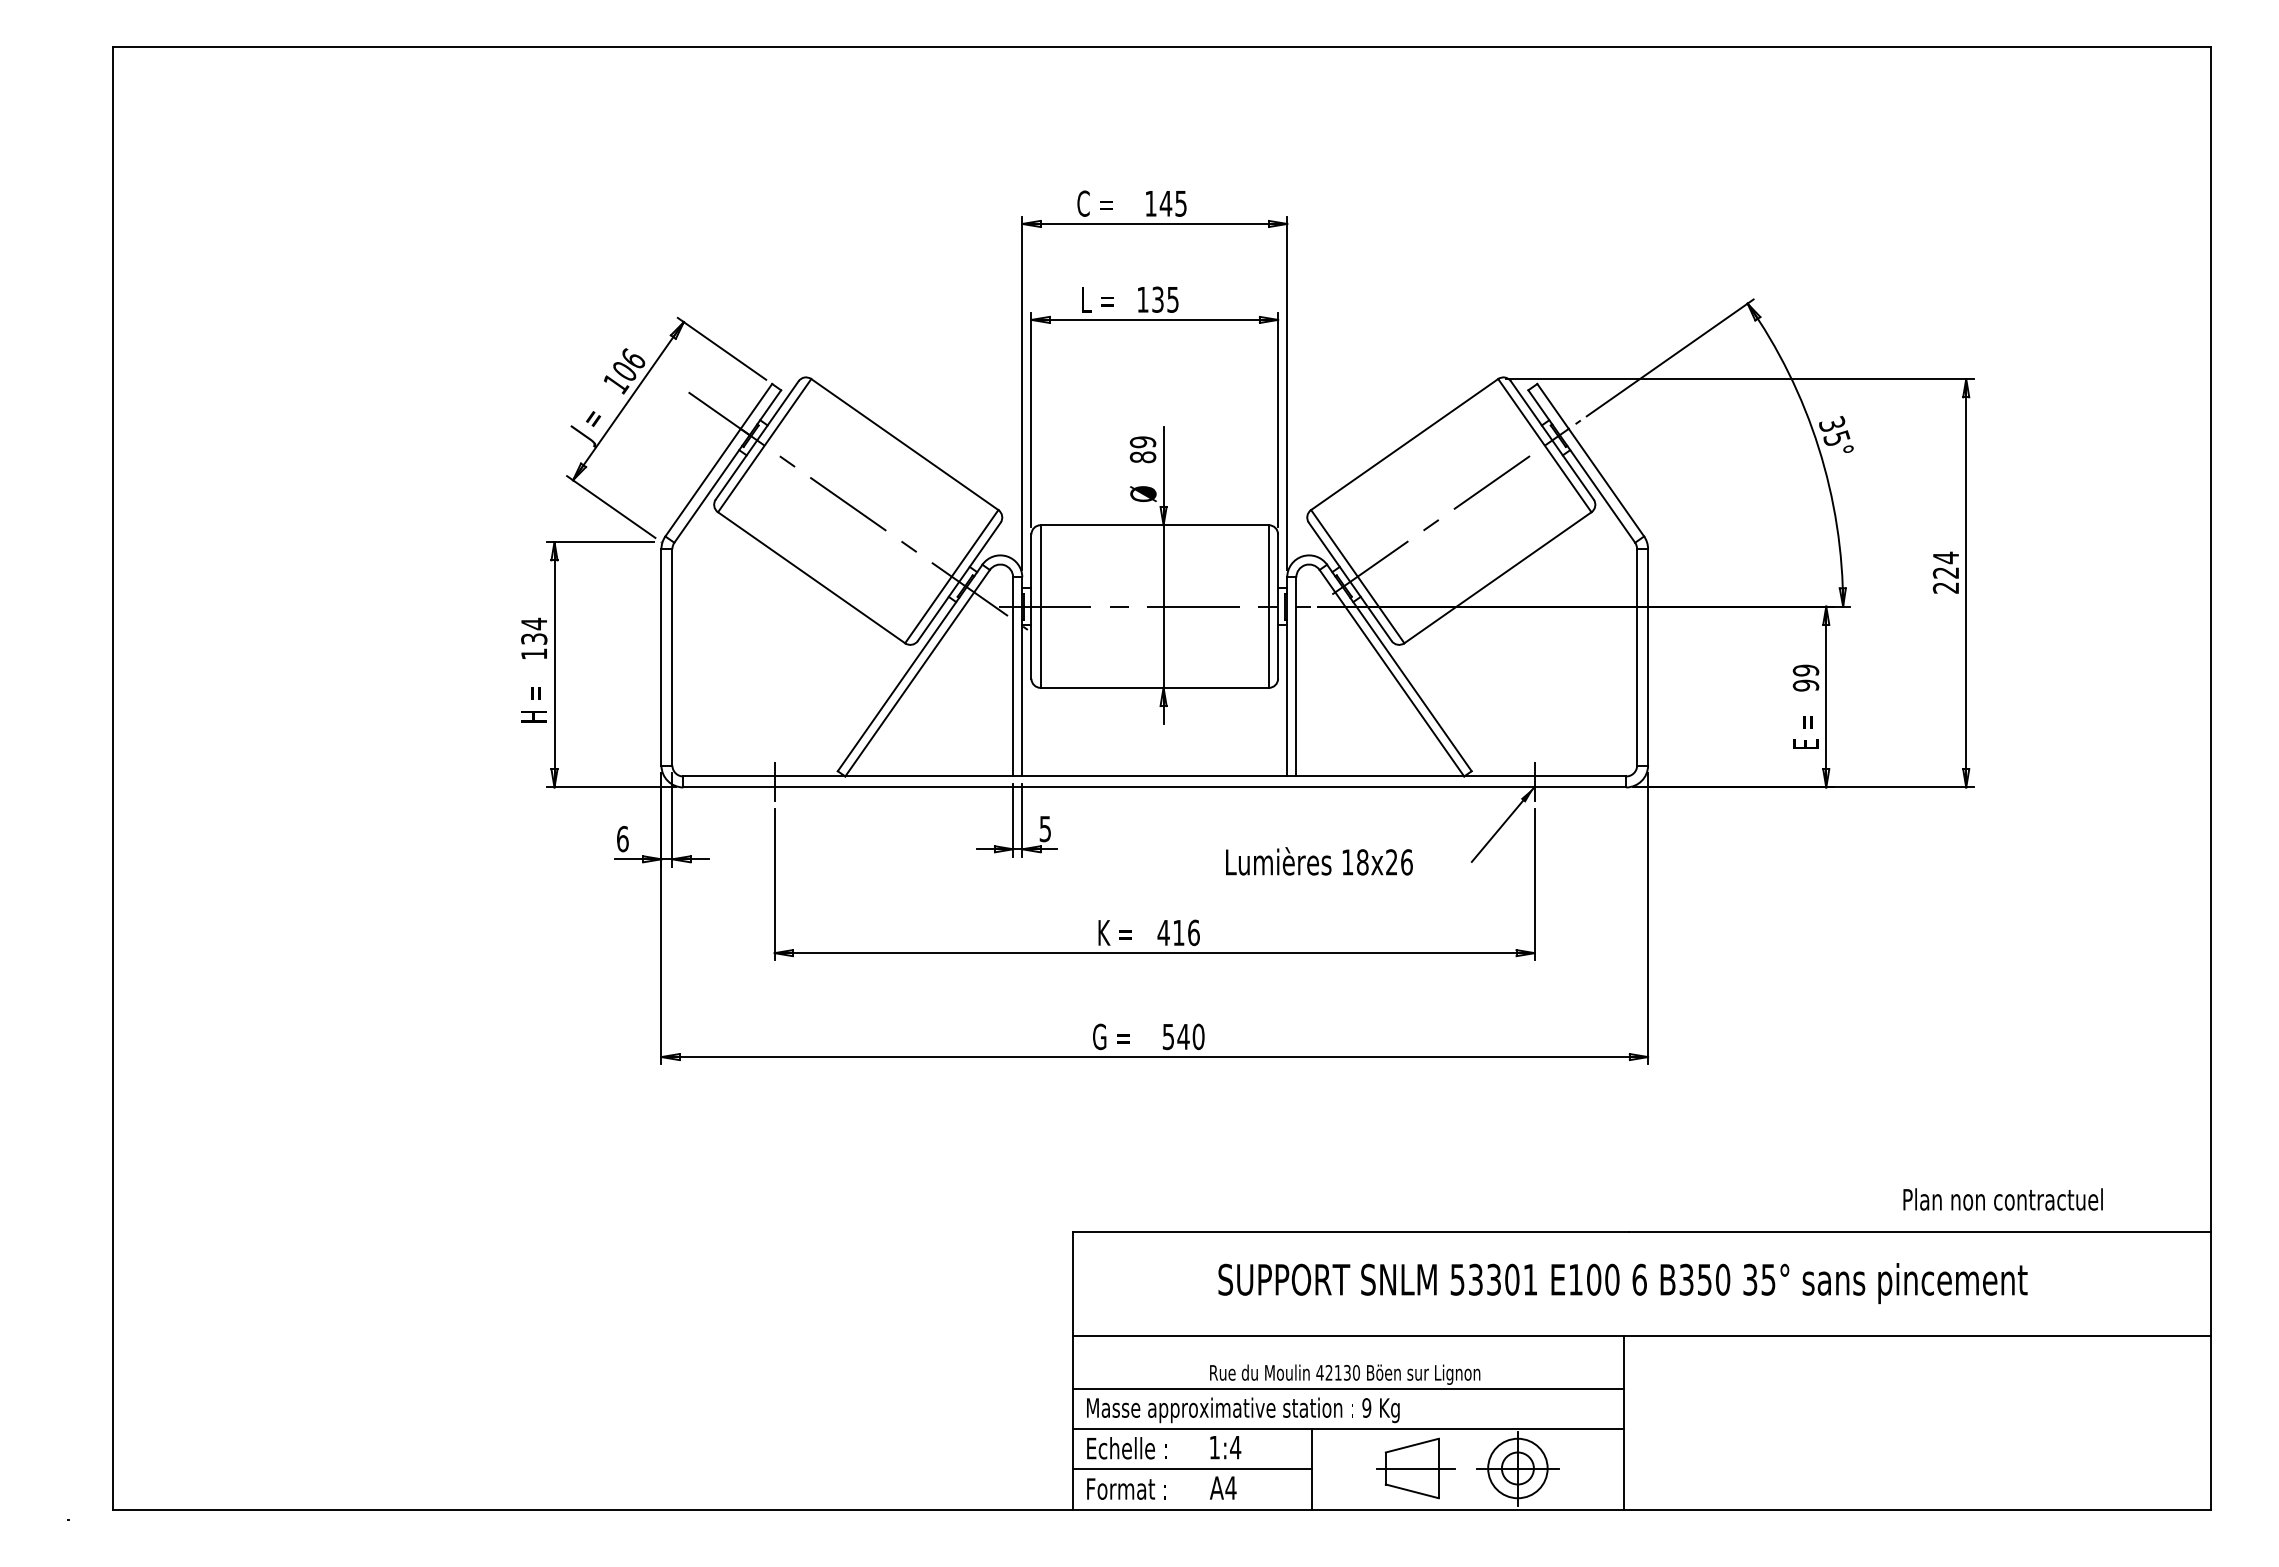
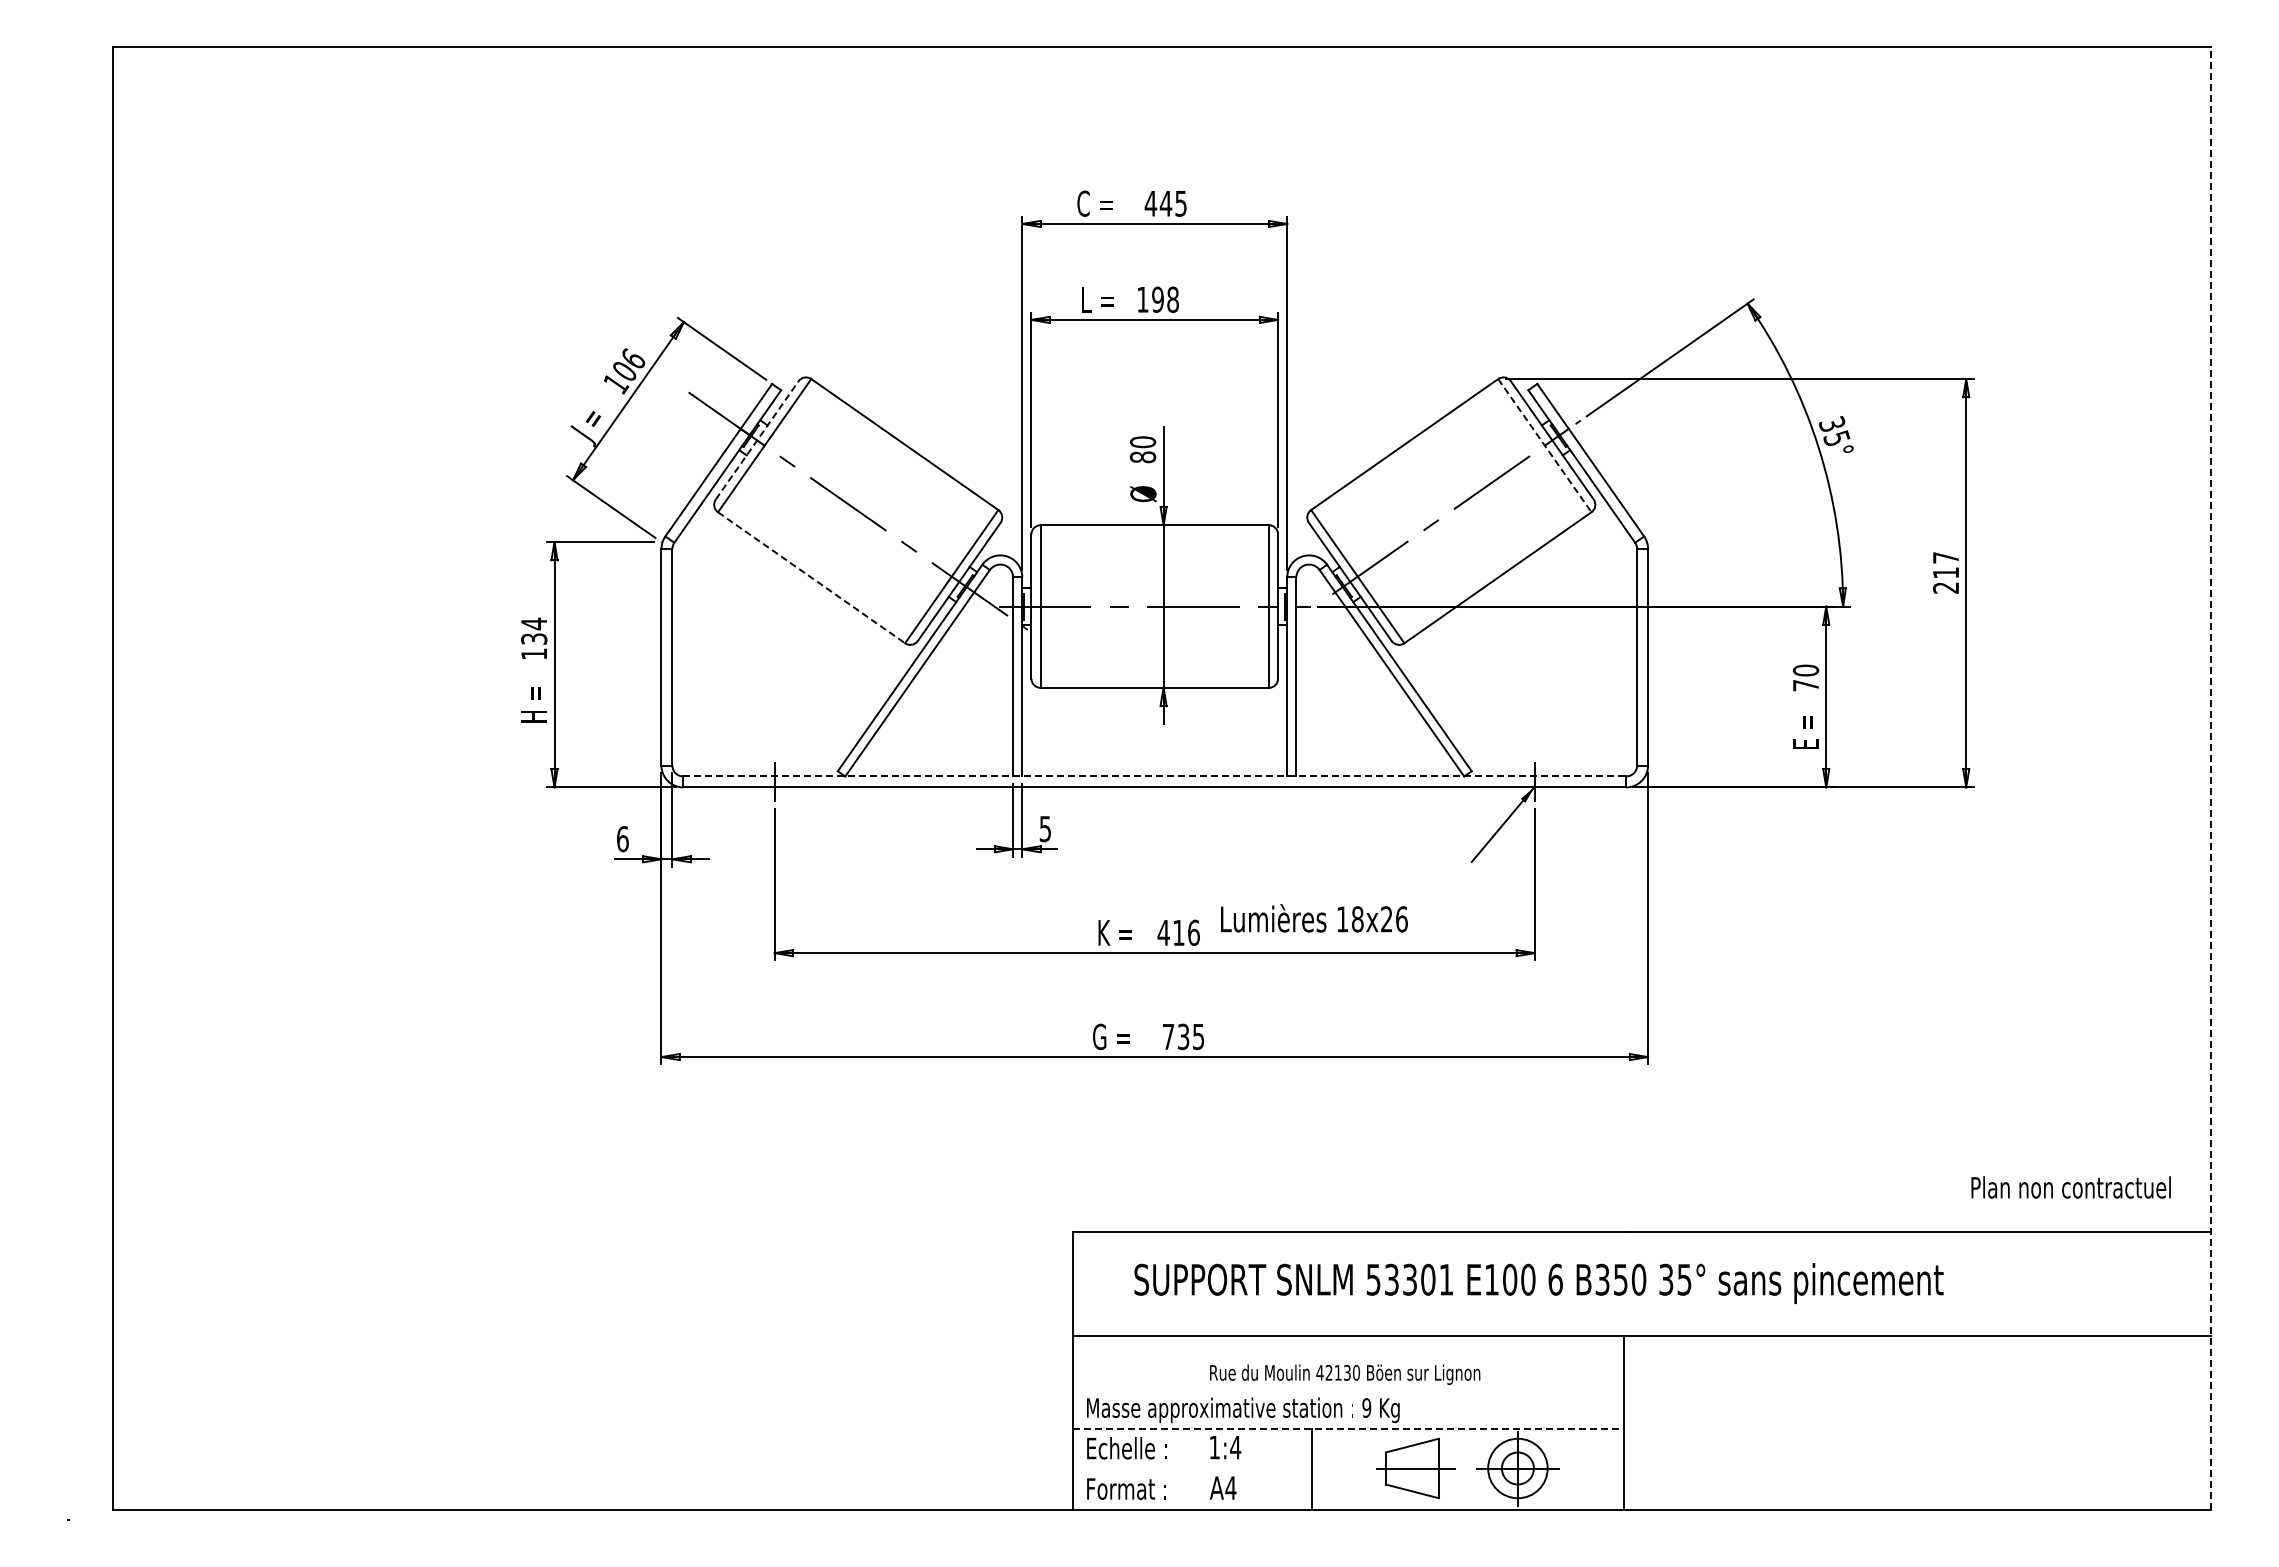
text at (1150, 203): 145 -> 445
text at (1165, 299): 135 -> 198
line at (757, 440): solid -> dashed
text at (1143, 442): 89 -> 80
line at (1545, 446): solid -> dashed
text at (1945, 564): 224 -> 217
line at (812, 578): solid -> dashed
text at (1805, 677): 99 -> 70
line at (1155, 776): solid -> dashed
line at (2210, 777): solid -> dashed
text at (1319, 861) position: (1319, 861) -> (1314, 918)
text at (1183, 1036): 540 -> 735
text at (2002, 1199) position: (2002, 1199) -> (2070, 1187)
text at (1622, 1283) position: (1622, 1283) -> (1538, 1283)
line at (1348, 1388): present -> none
line at (1348, 1429): solid -> dashed
line at (1192, 1469): present -> none
